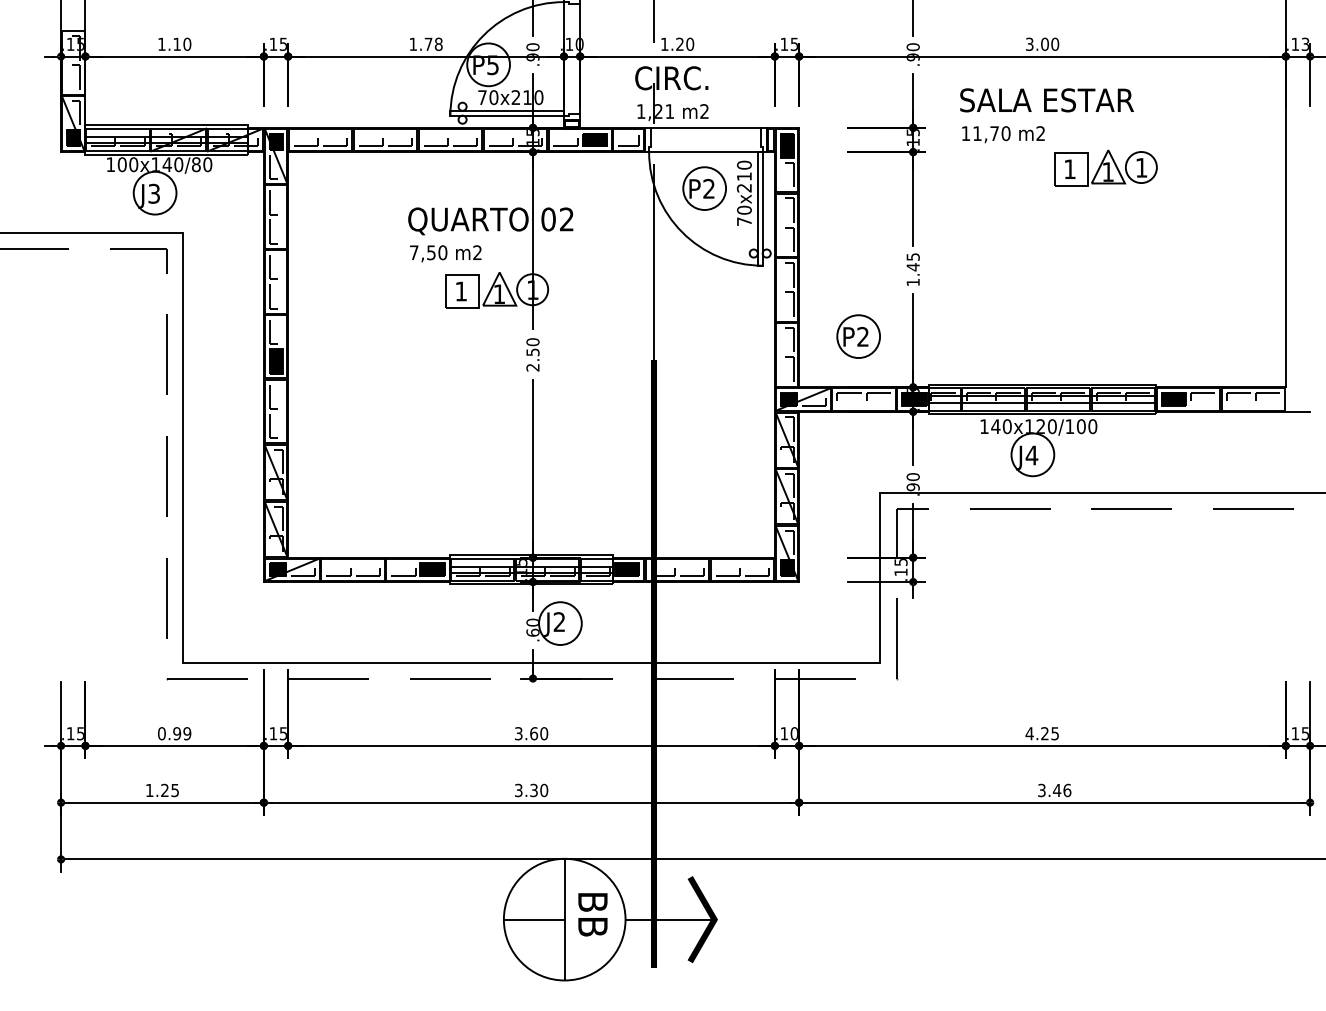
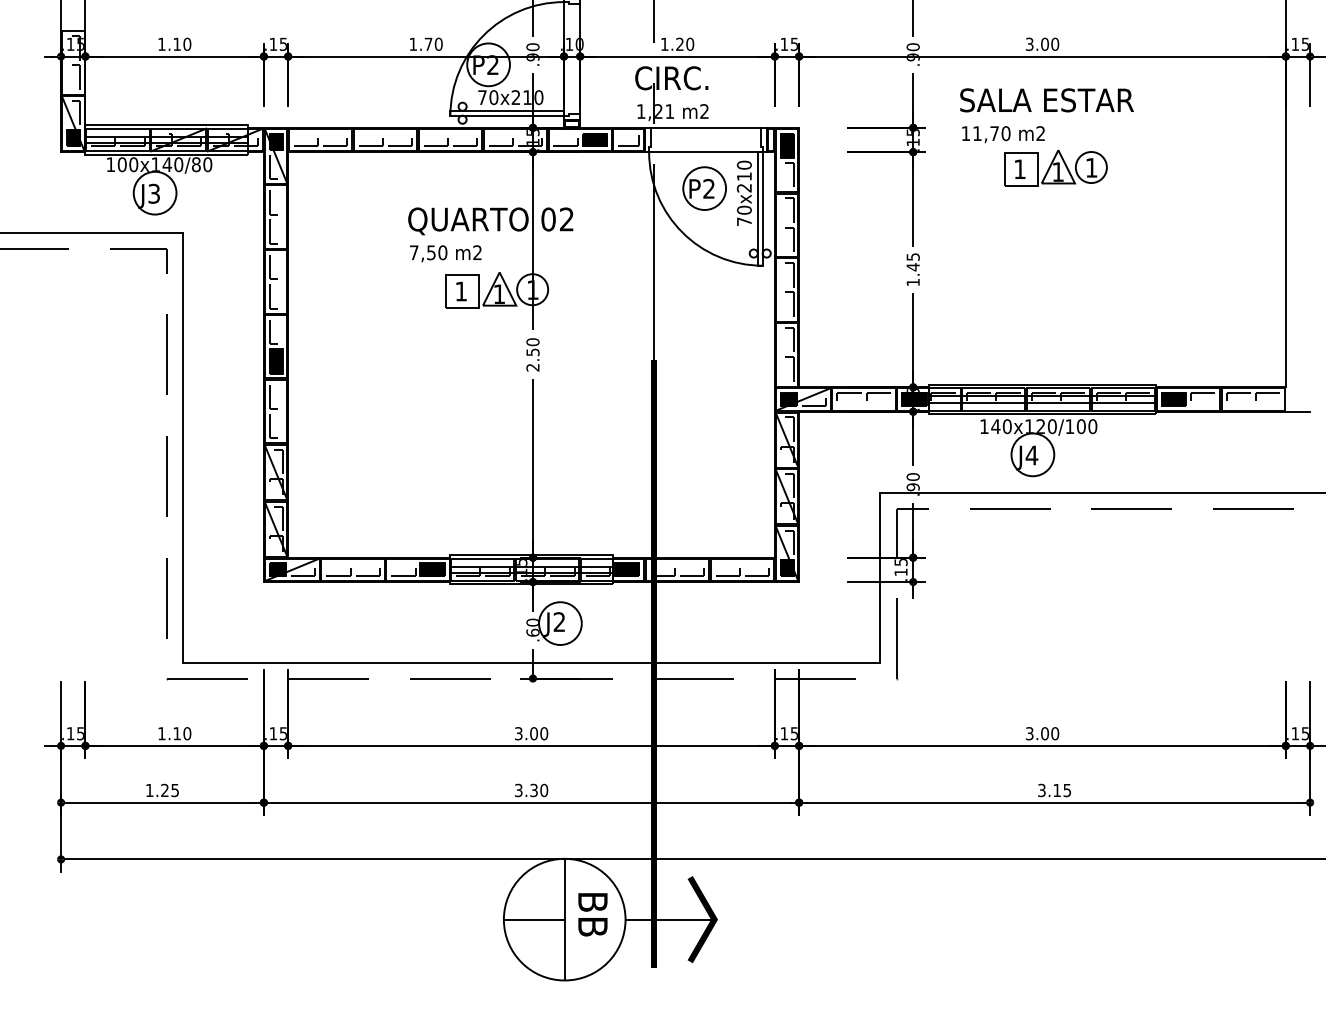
text at (1305, 43): .13 -> .15
text at (438, 44): 1.78 -> 1.70
text at (492, 65): P5 -> P2
part at (1105, 167) position: (1105, 167) -> (1055, 167)
part at (858, 336): present -> none
text at (174, 733): 0.99 -> 1.10
text at (534, 733): 3.60 -> 3.00
text at (793, 733): .10 -> .15
text at (1042, 733): 4.25 -> 3.00
text at (1062, 790): 3.46 -> 3.15
